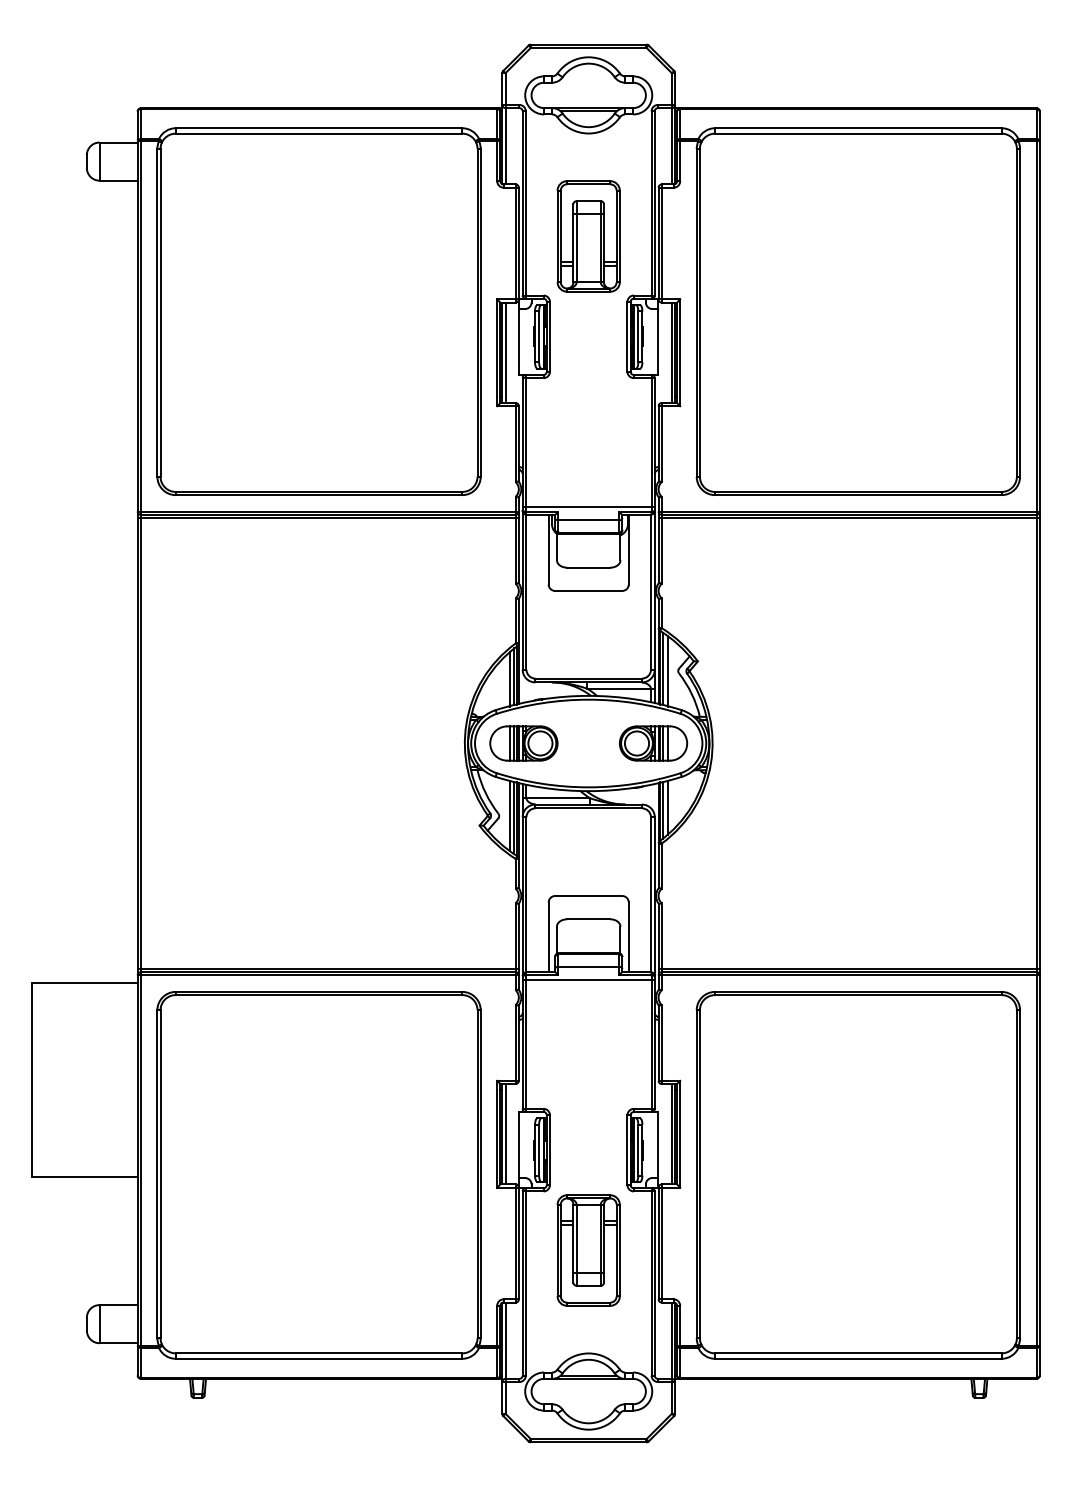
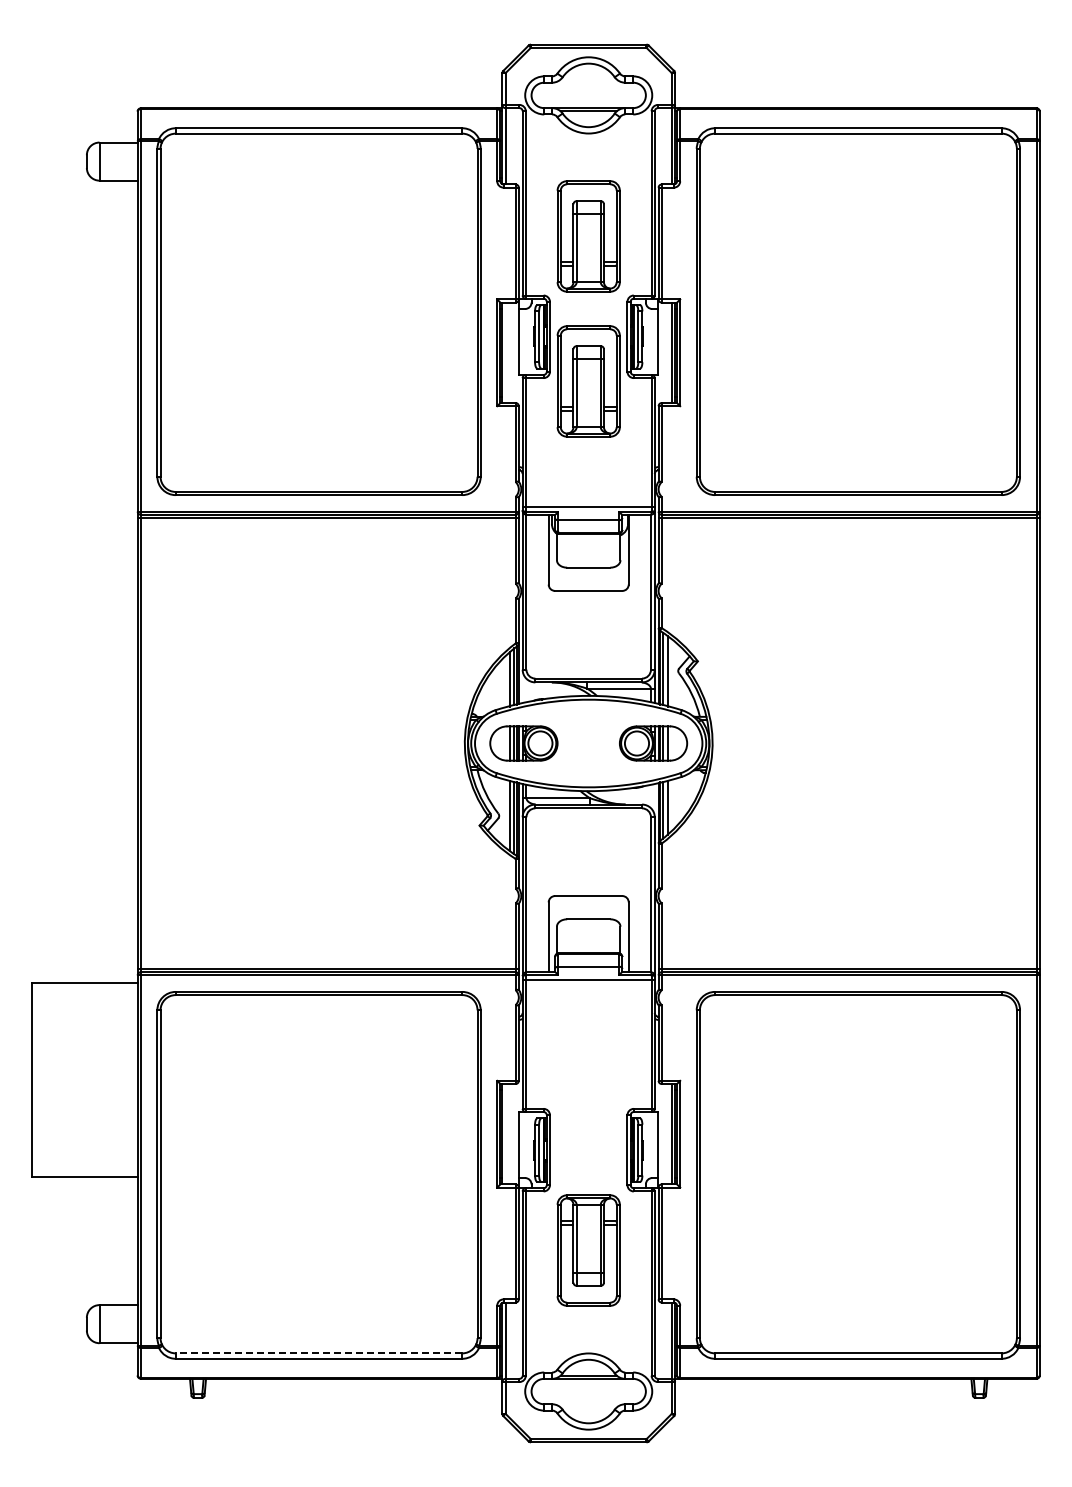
line at (505, 352): present -> none
part at (588, 381): none -> present
line at (505, 1134): present -> none
line at (318, 1353): solid -> dashed
